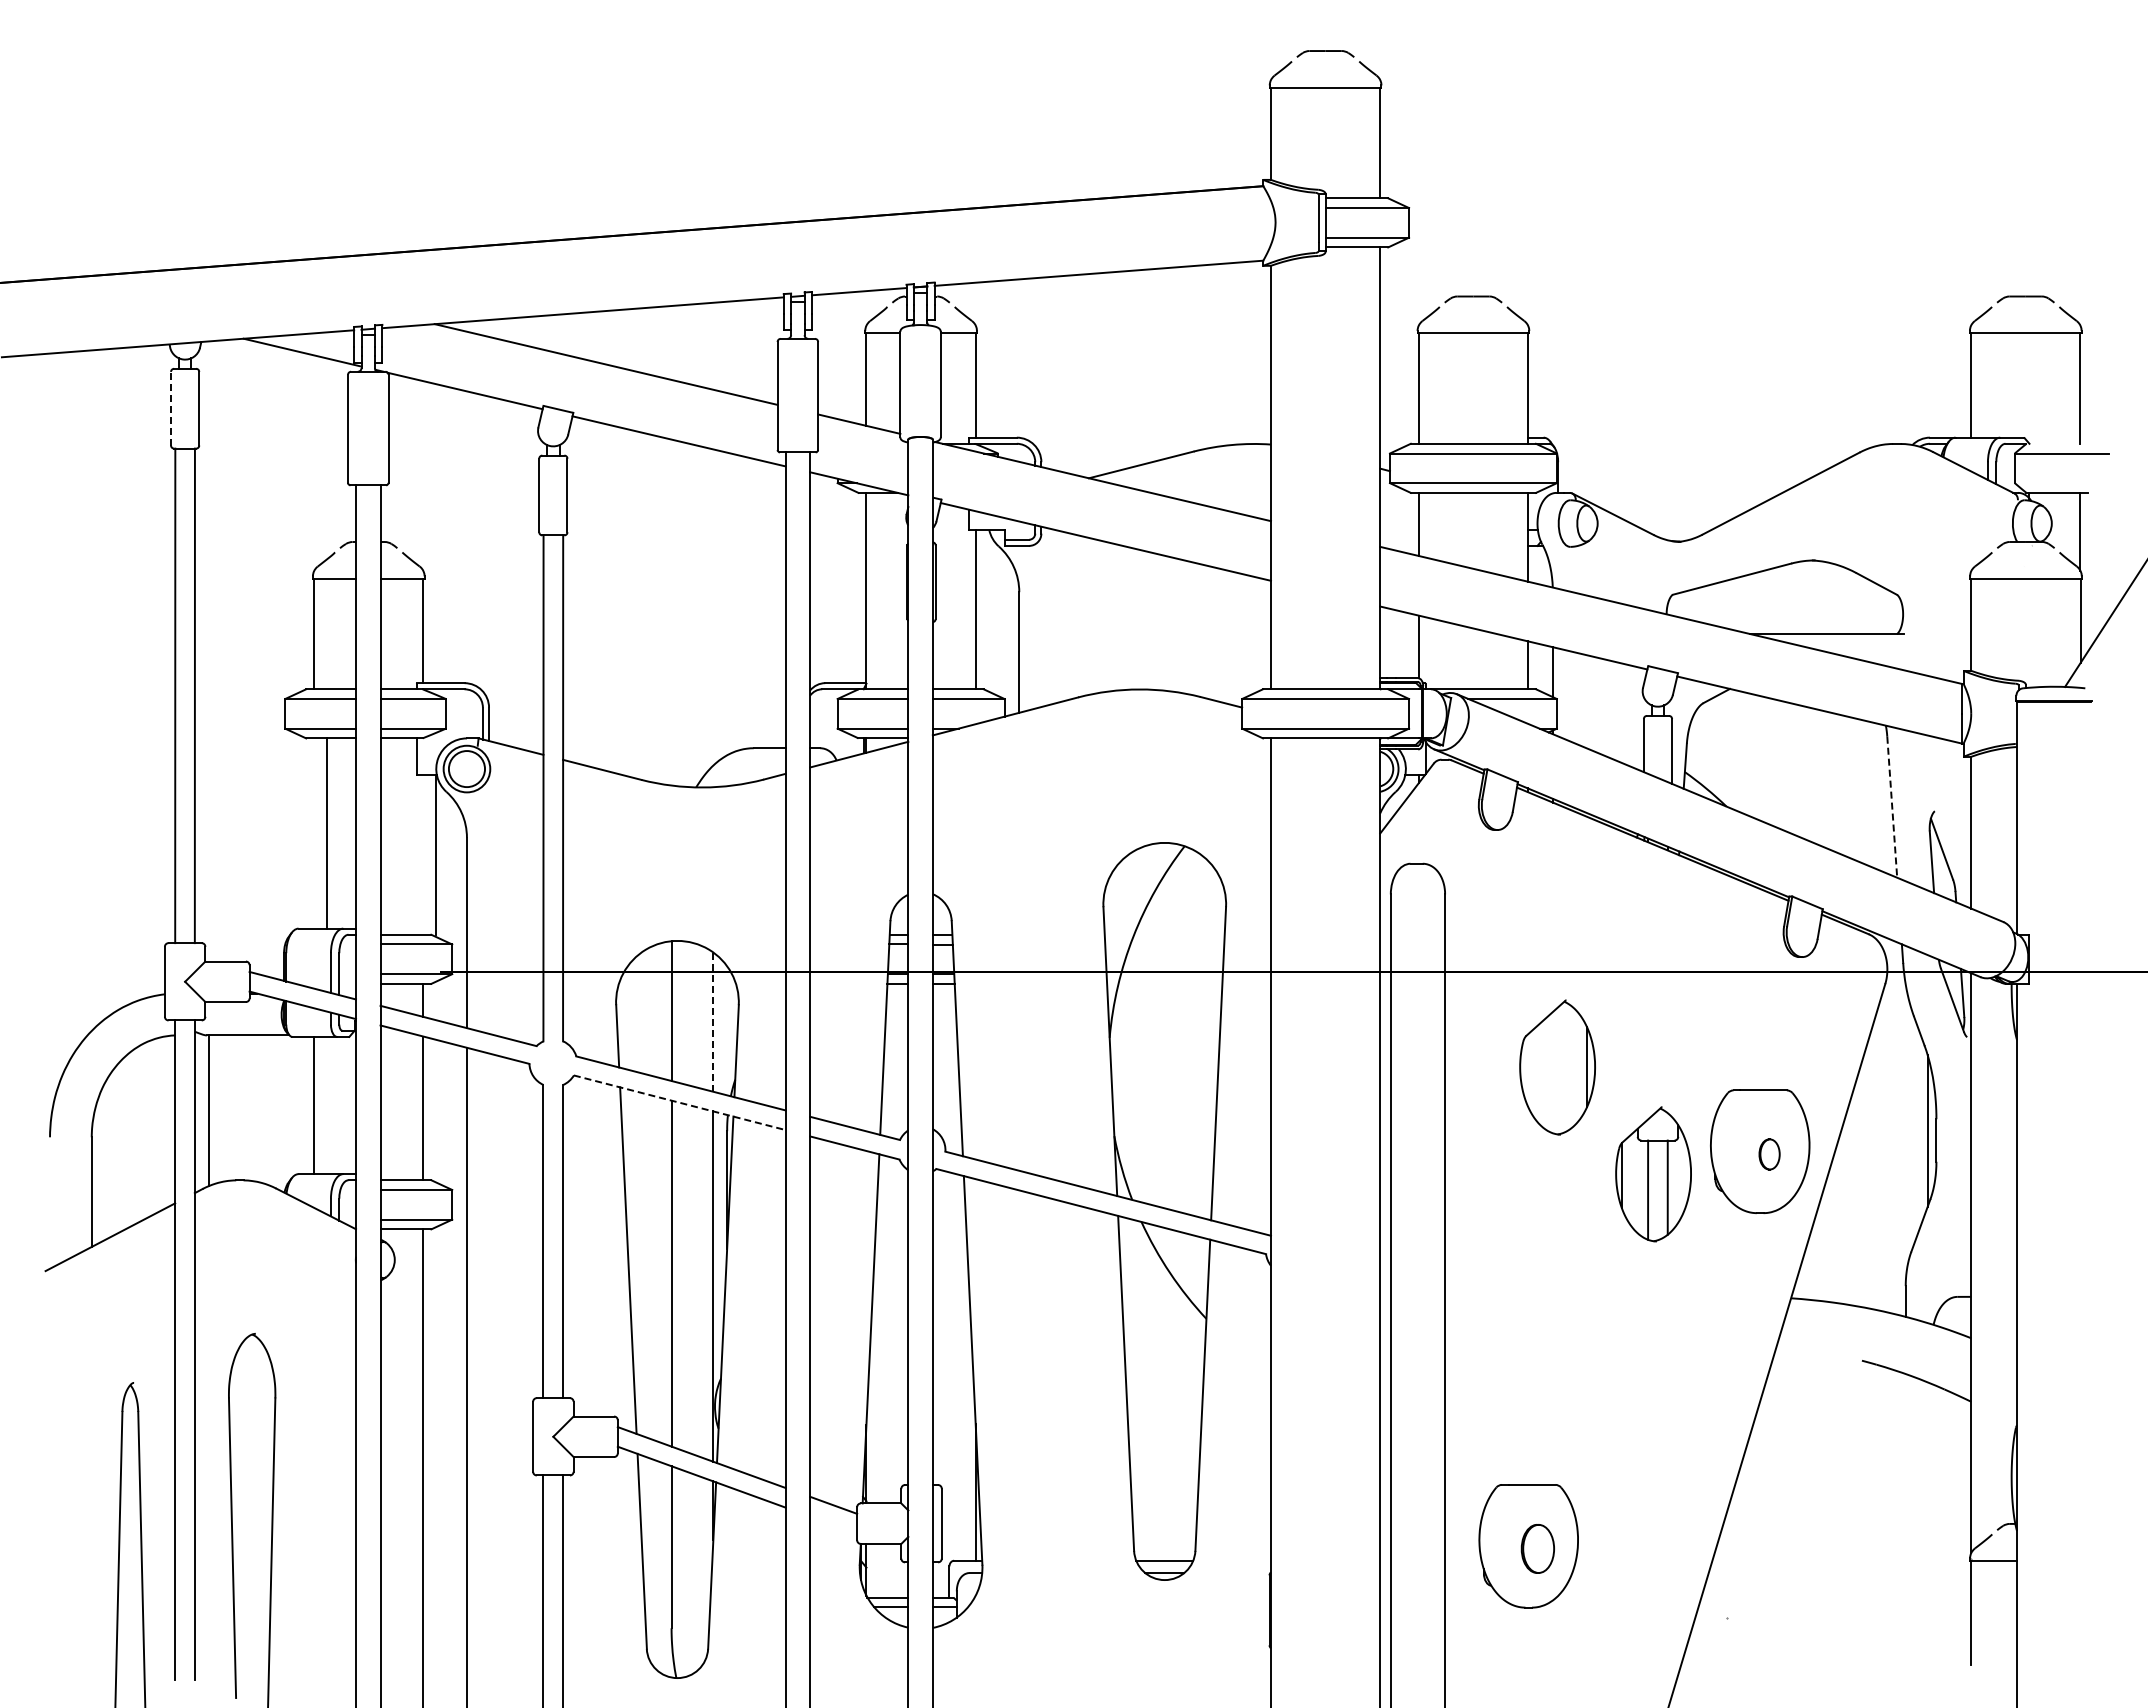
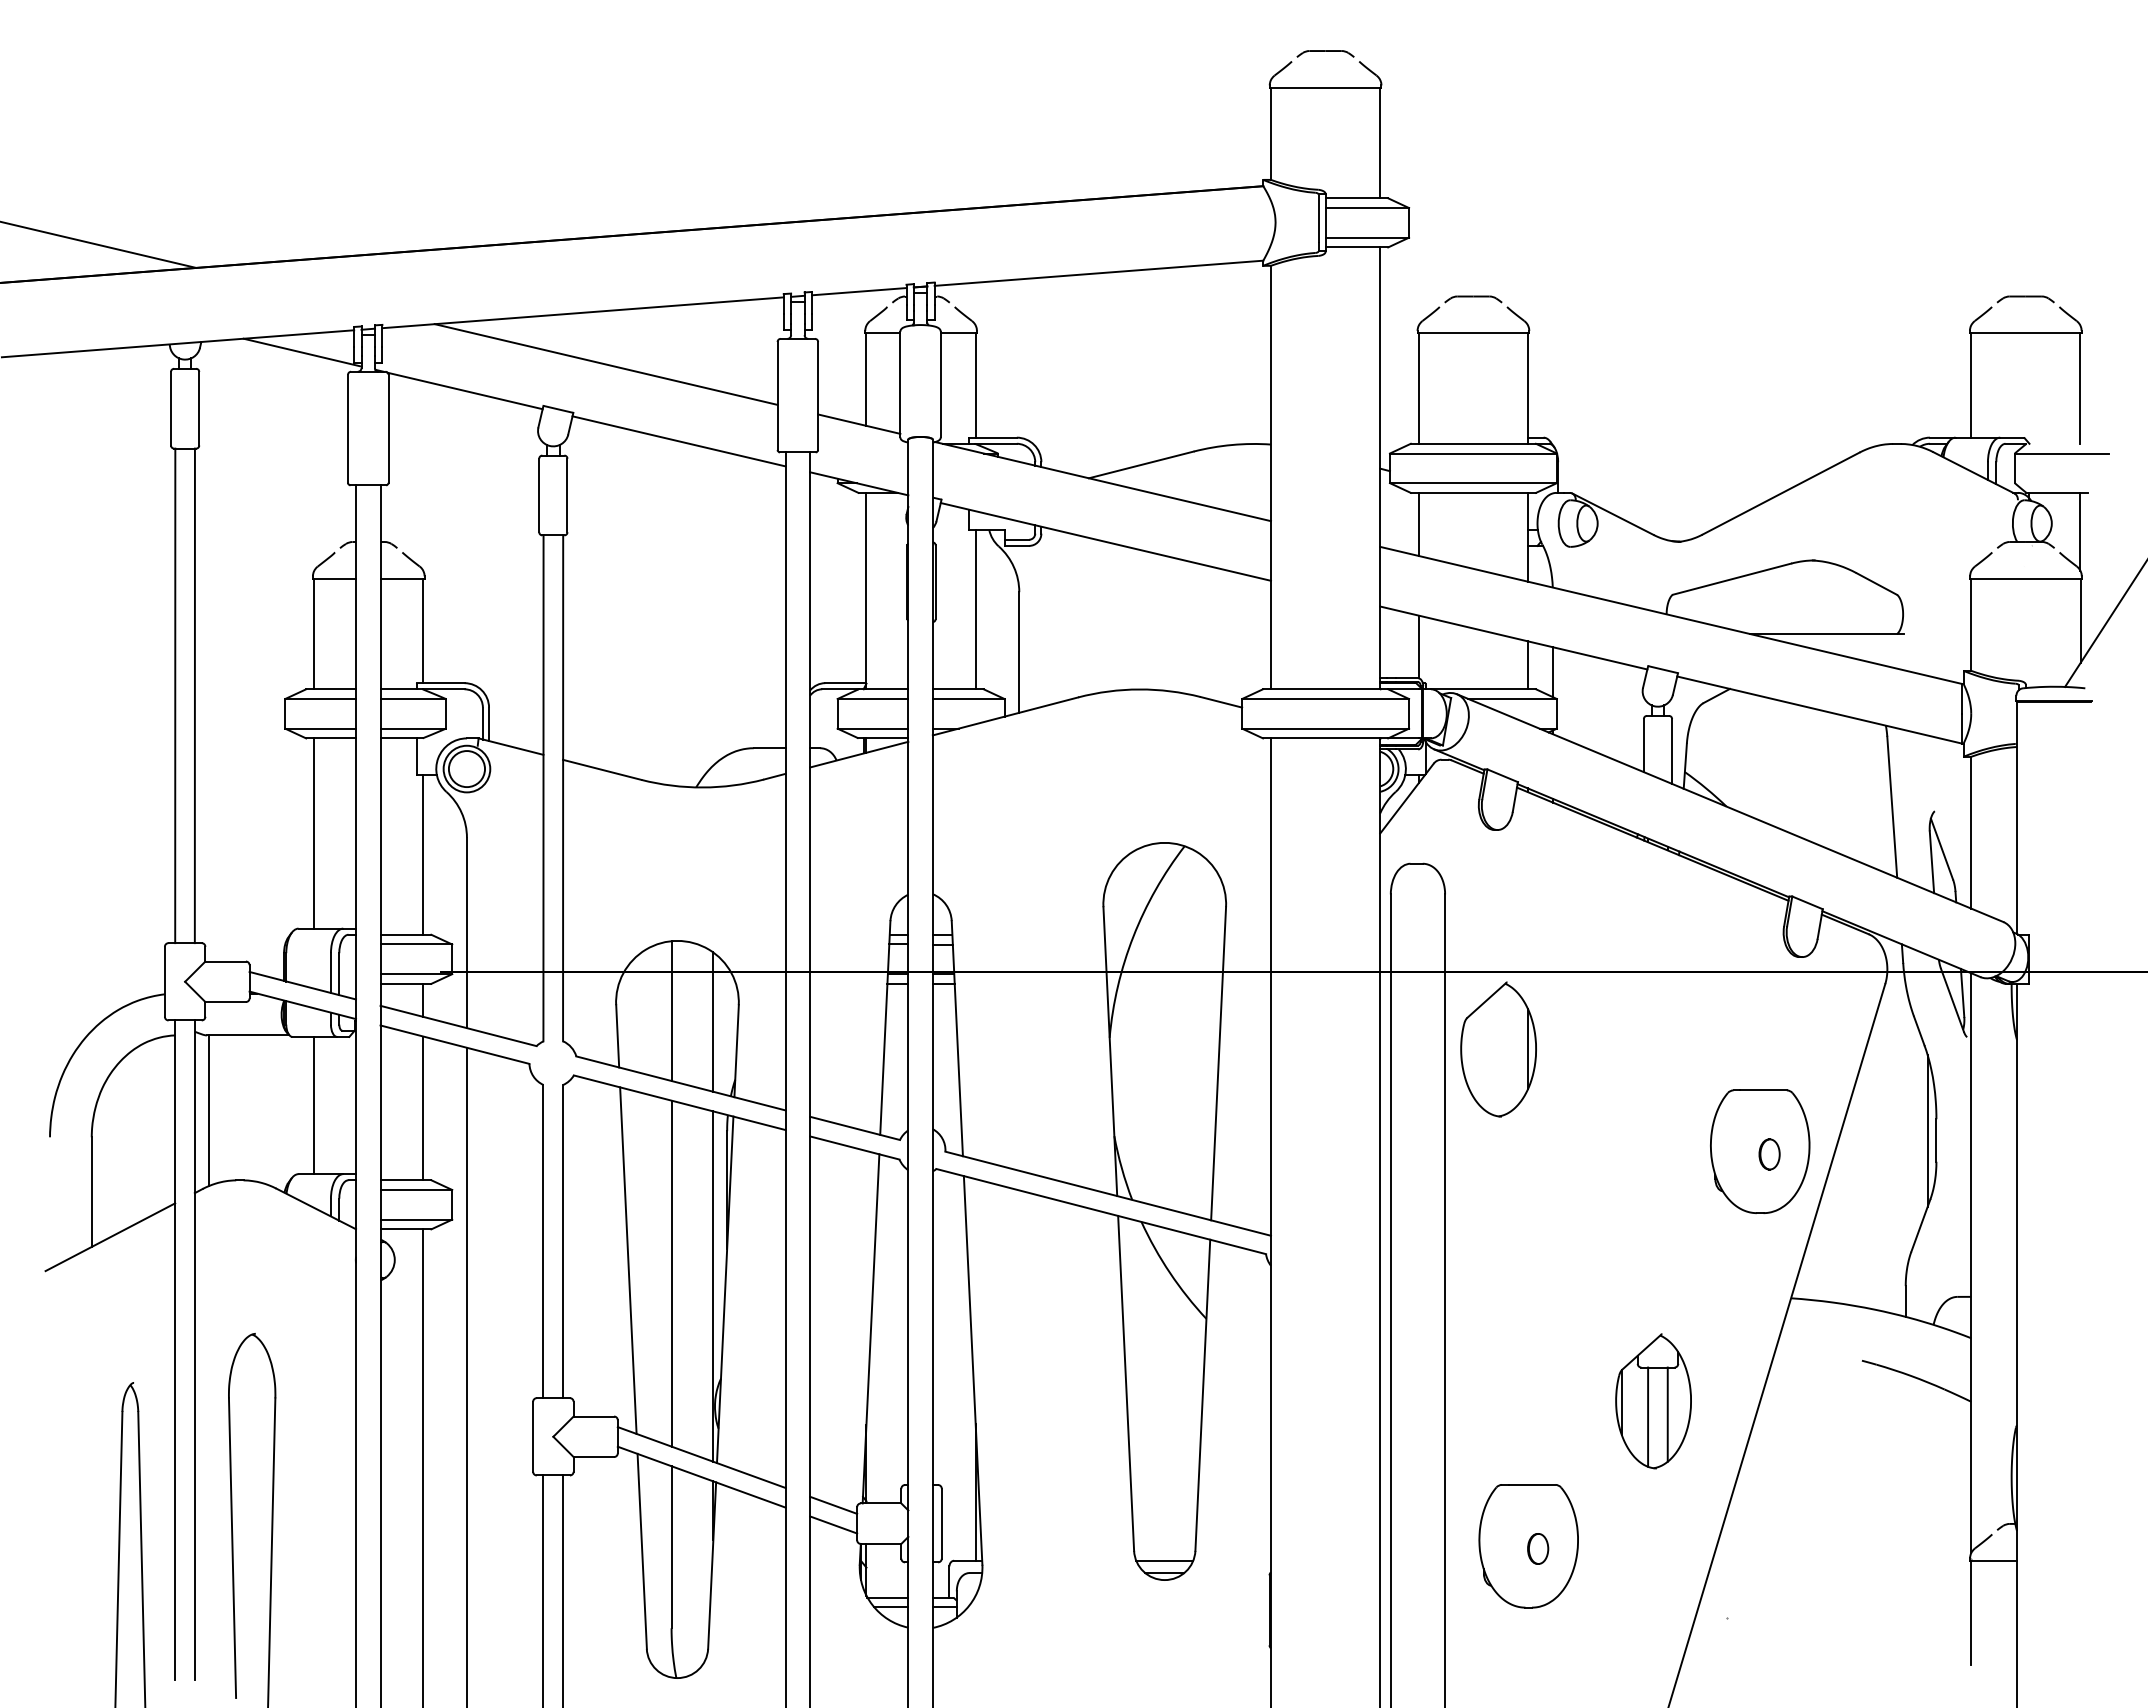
line at (99, 244): none -> present
line at (171, 408): dashed -> solid
line at (1892, 807): dashed -> solid
line at (327, 833) position: (327, 833) -> (314, 833)
line at (436, 854) position: (436, 854) -> (423, 854)
line at (713, 1022): dashed -> solid
part at (1557, 1067) position: (1557, 1067) -> (1498, 1049)
line at (680, 1102): dashed -> solid
part at (1653, 1174) position: (1653, 1174) -> (1653, 1401)
line at (833, 1524): none -> present
part at (1537, 1548) size: 35x50 px -> 23x32 px
